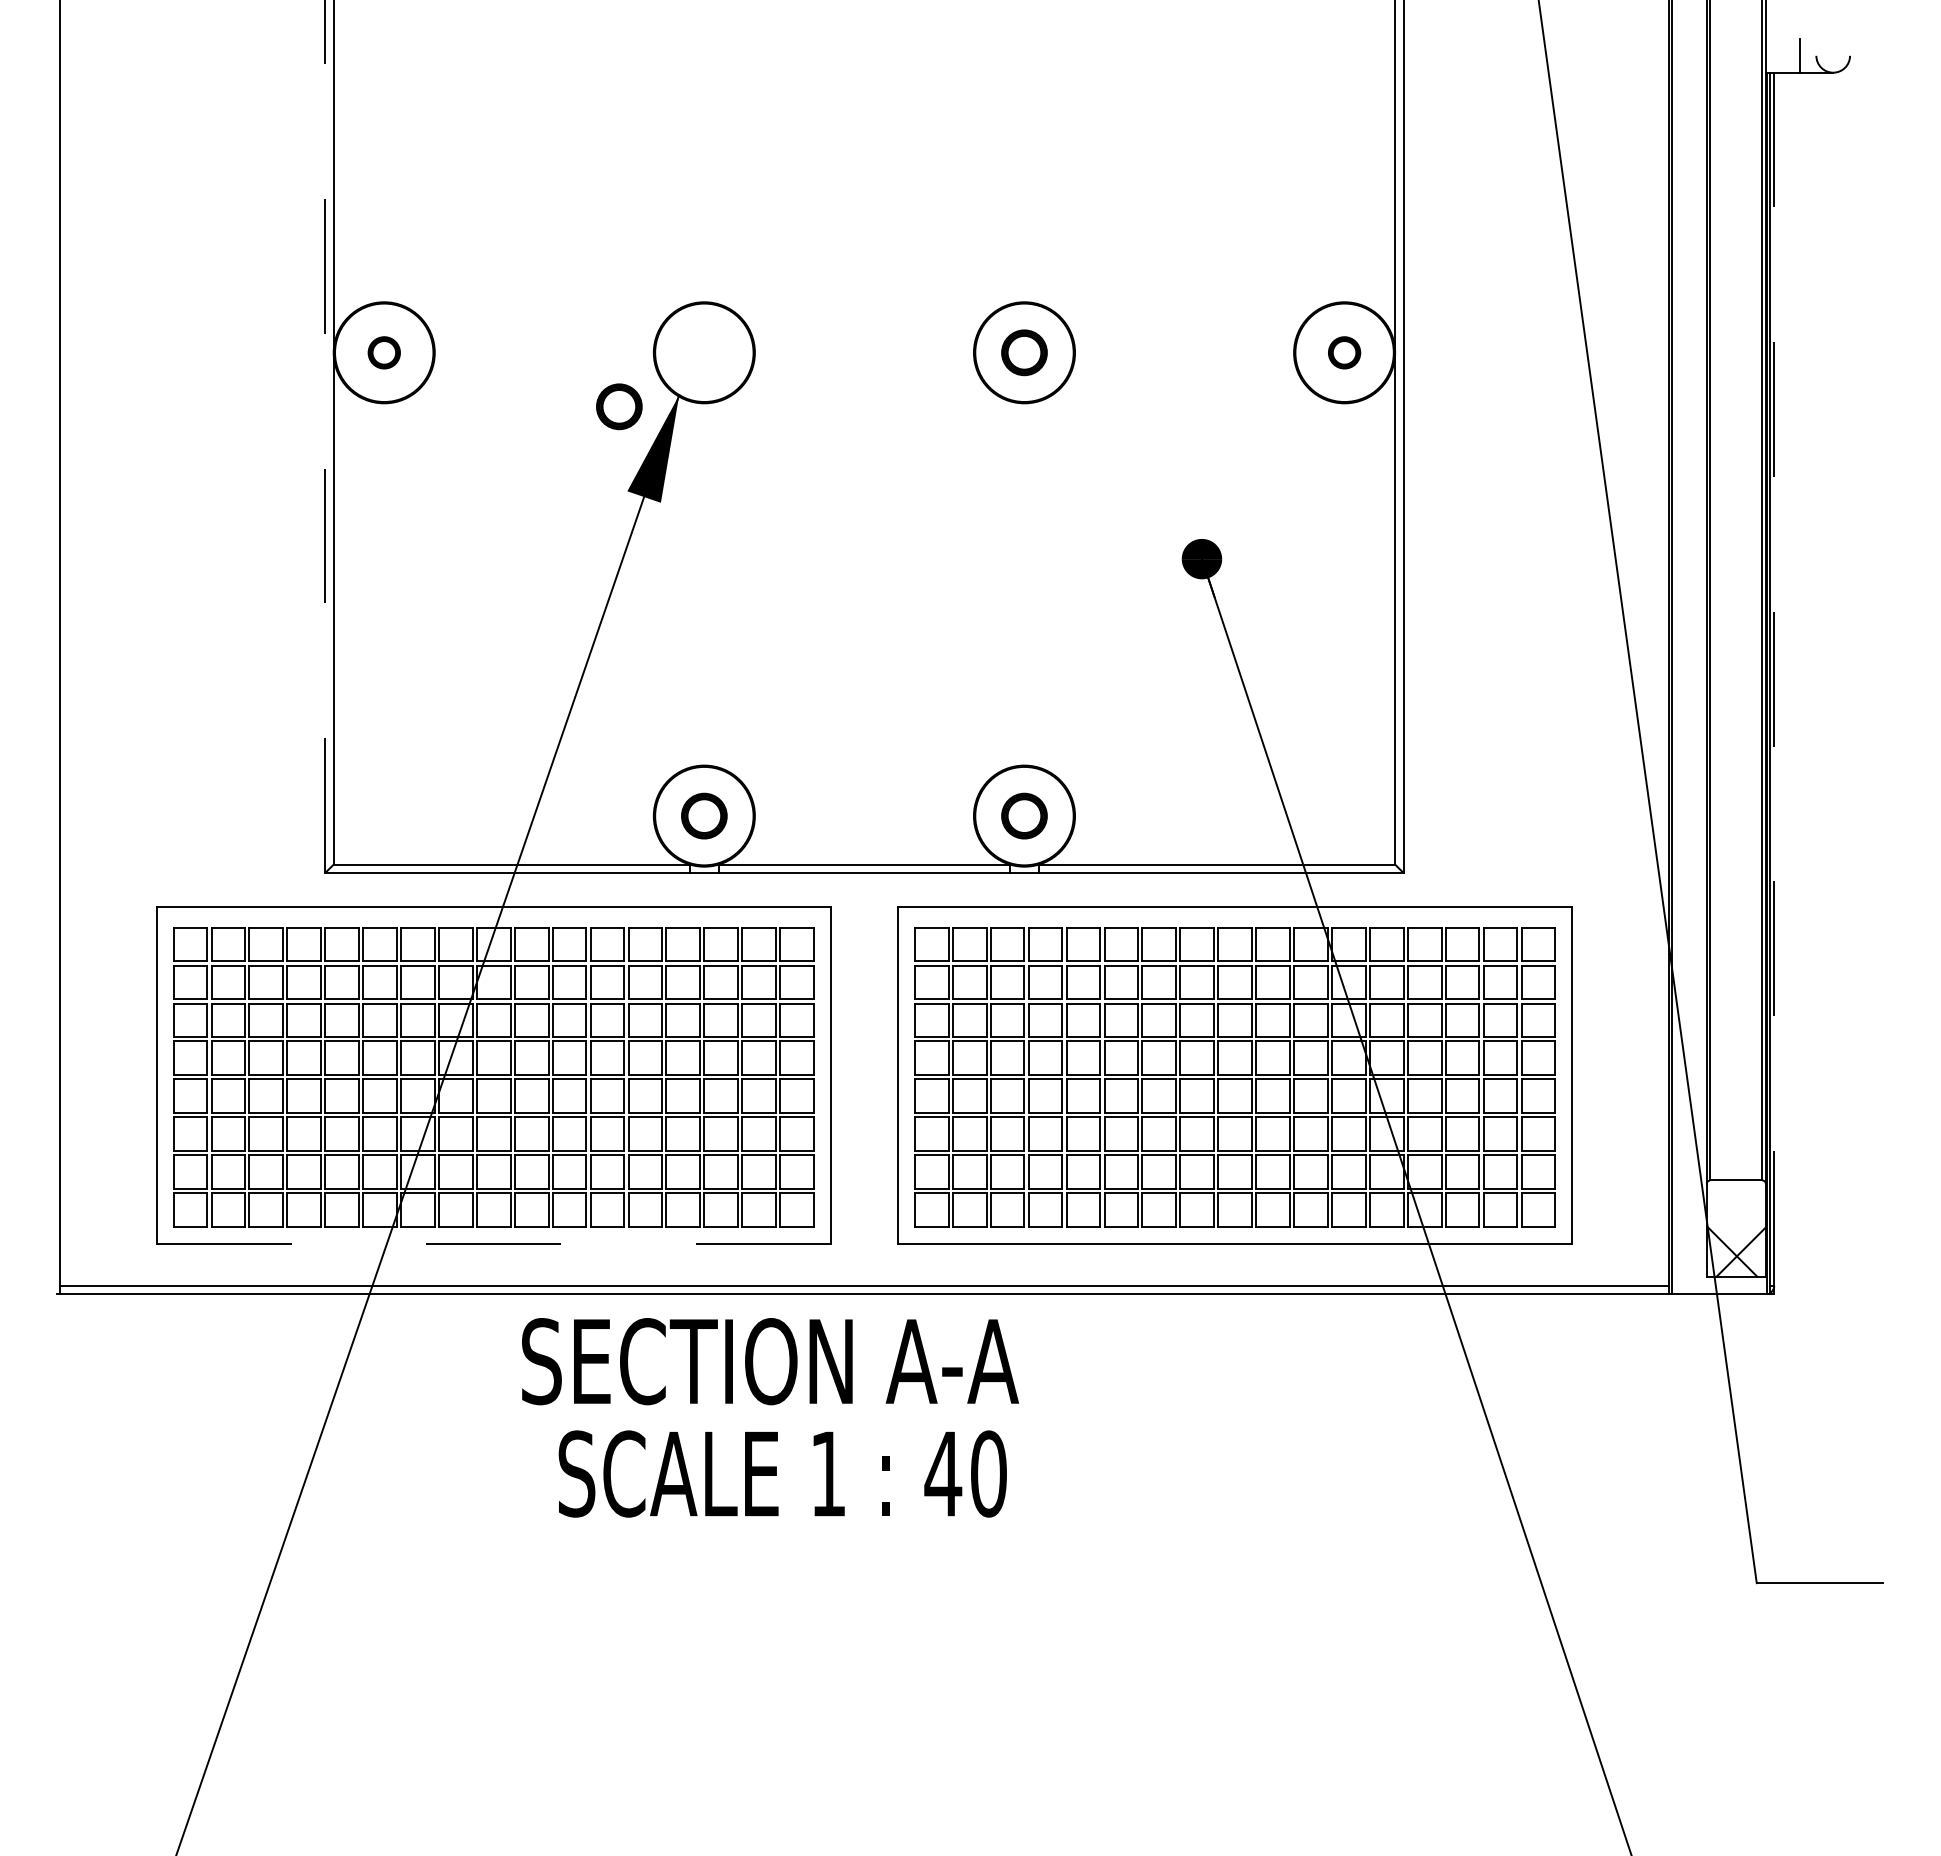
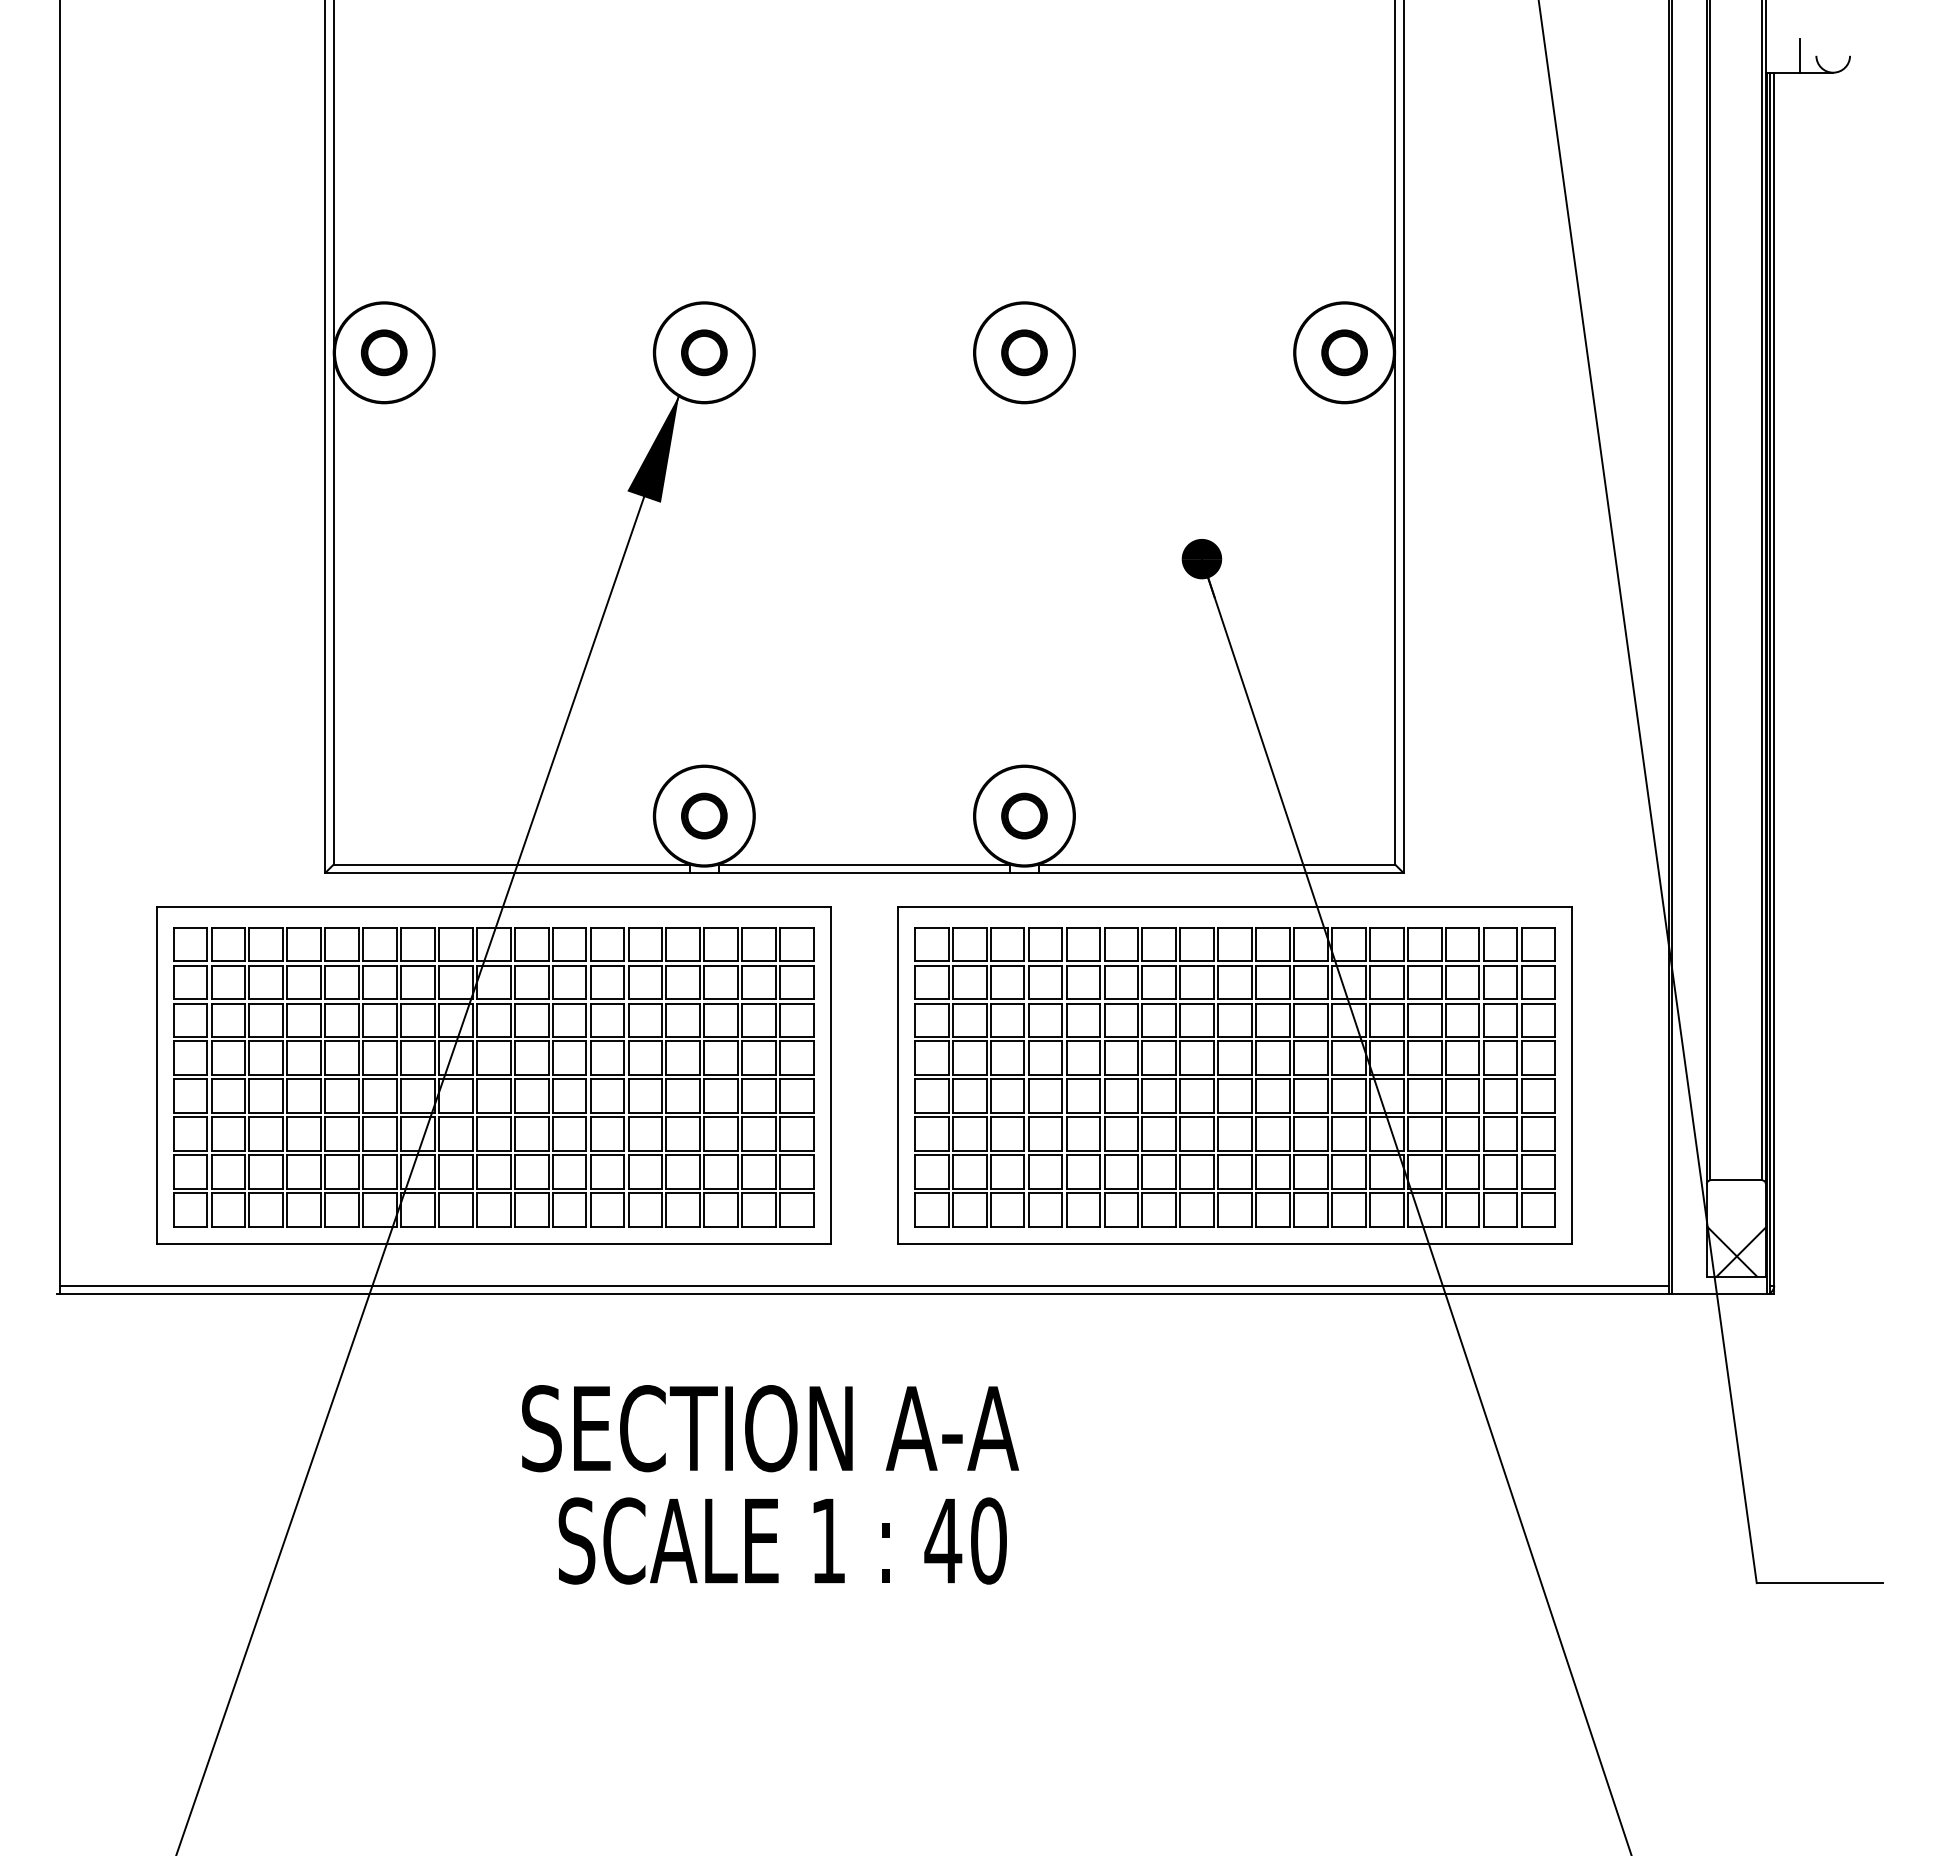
part at (383, 352) size: 34x34 px -> 47x48 px
part at (1344, 352) size: 34x34 px -> 47x48 px
part at (619, 406) position: (619, 406) -> (704, 352)
line at (325, 436): dashed -> solid
line at (1774, 679): dashed -> solid
line at (493, 1243): dashed -> solid
text at (770, 1417) position: (770, 1417) -> (770, 1484)
